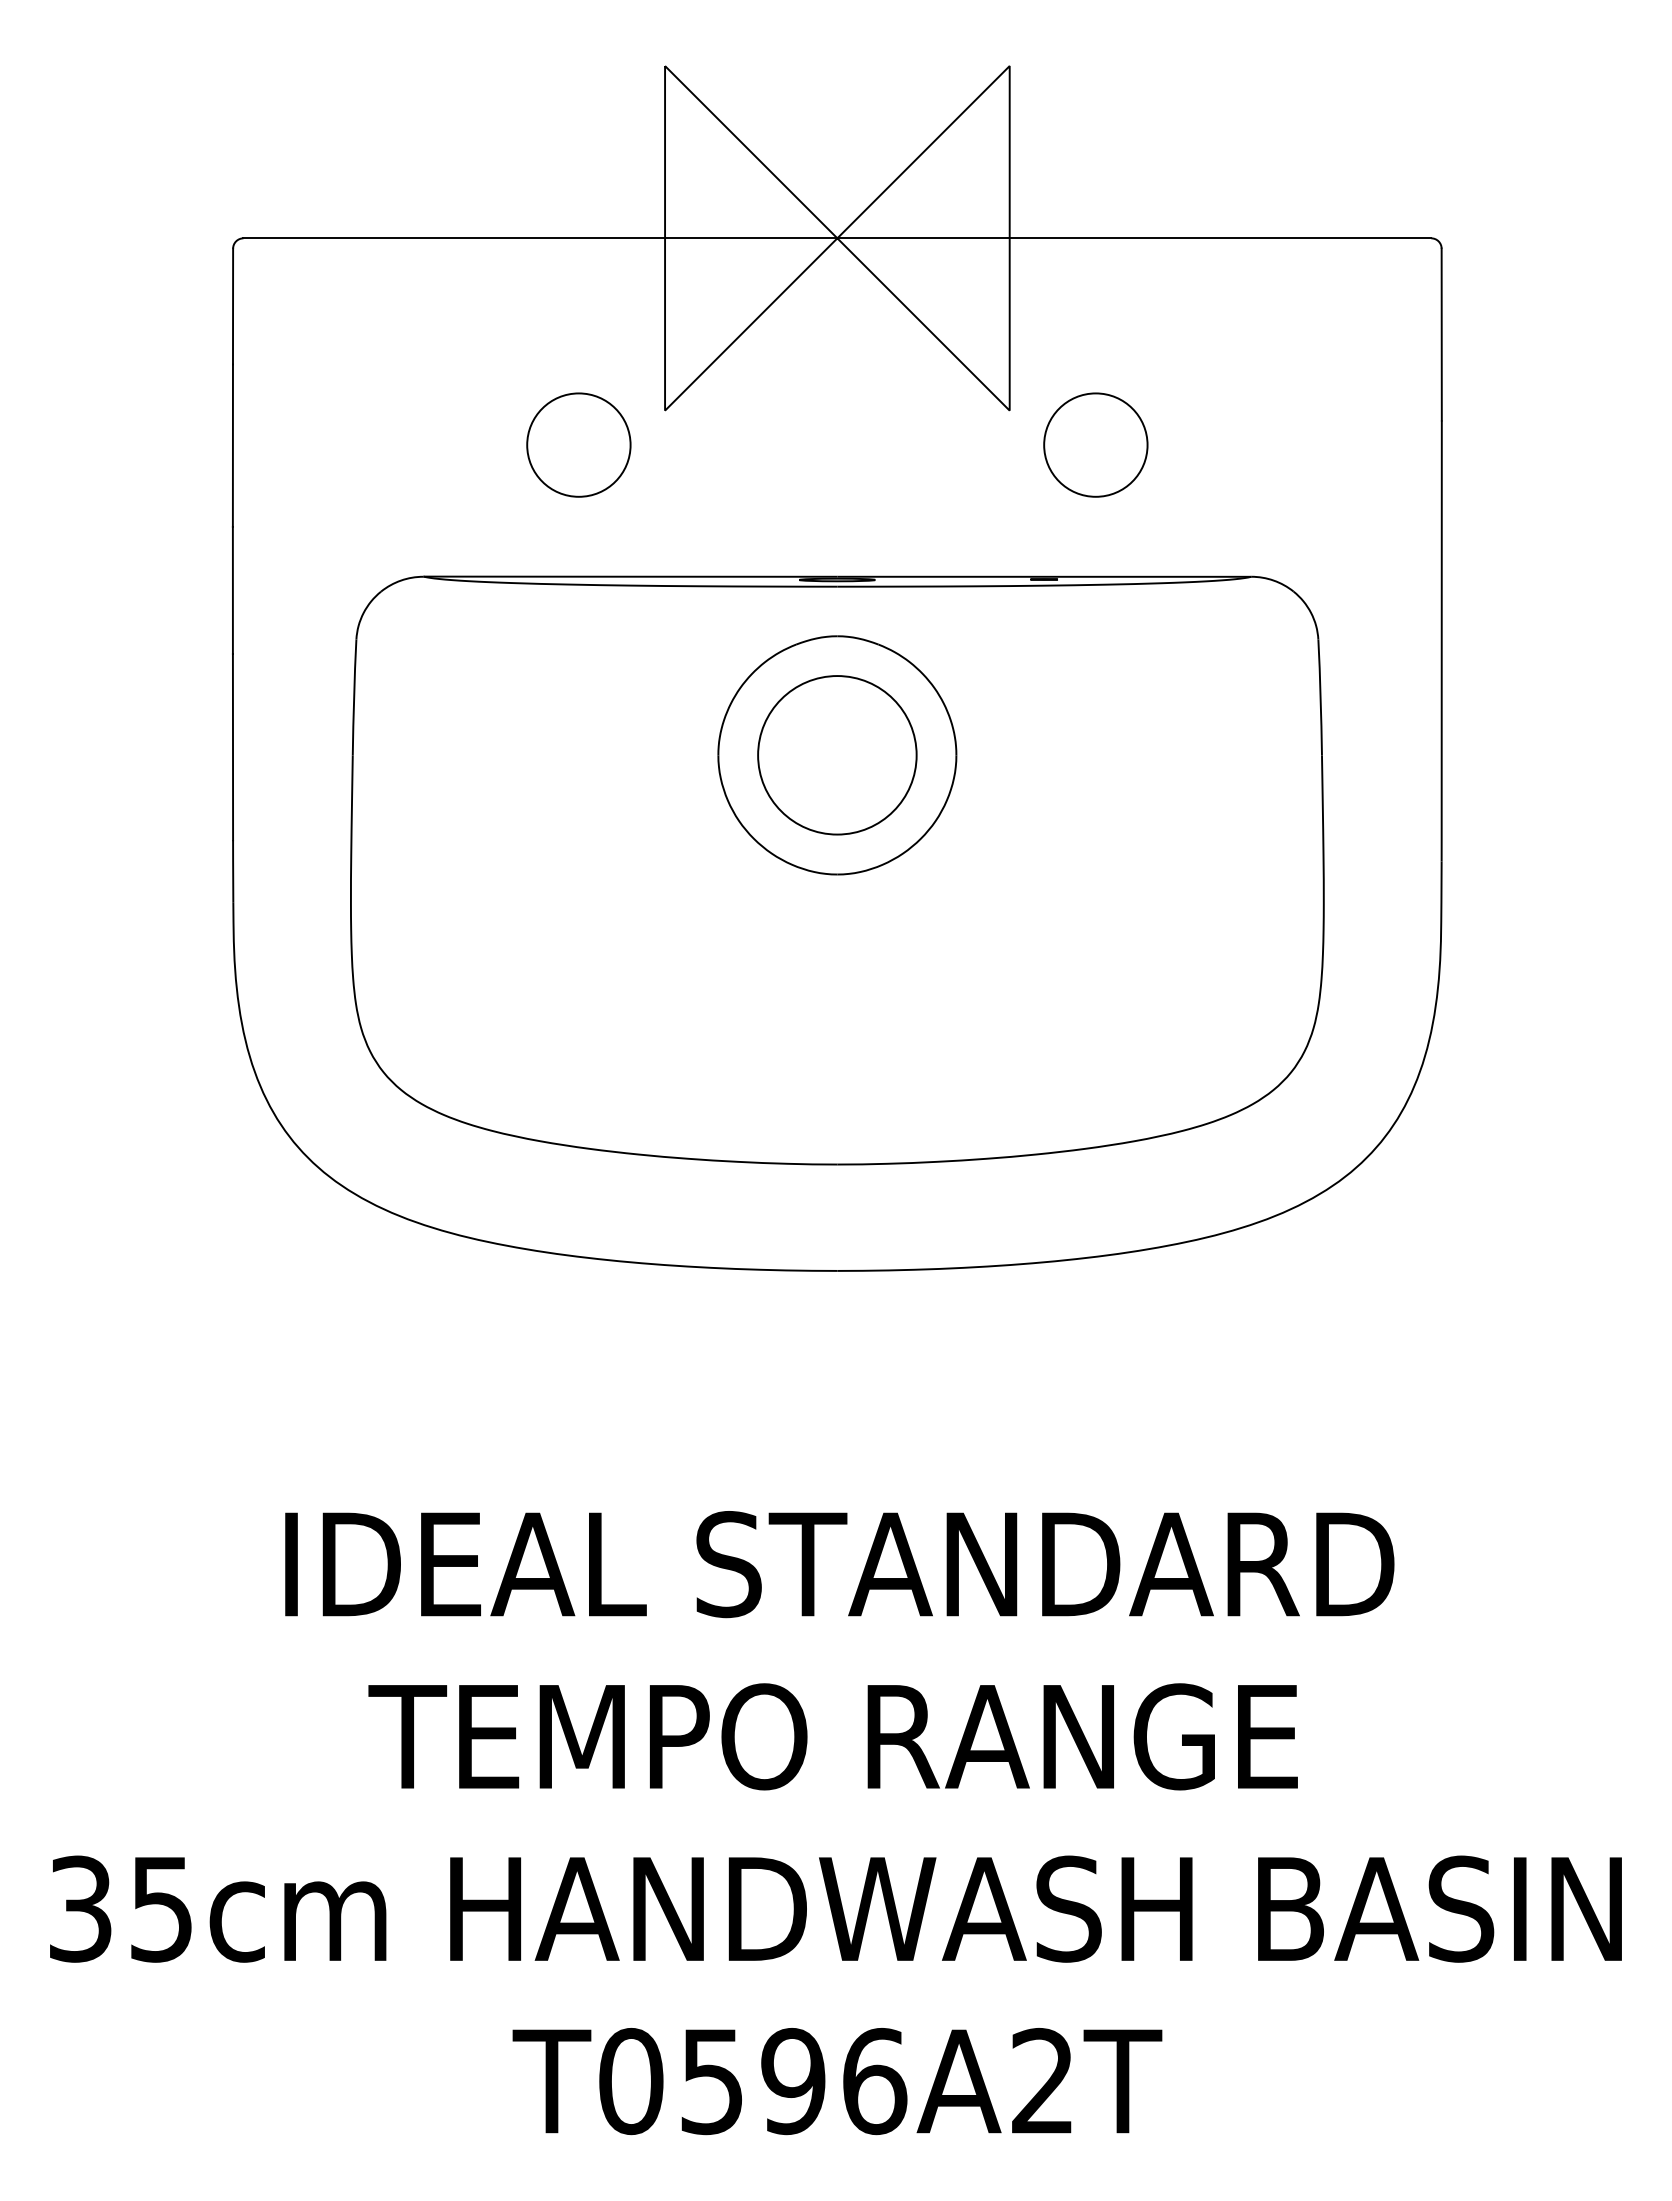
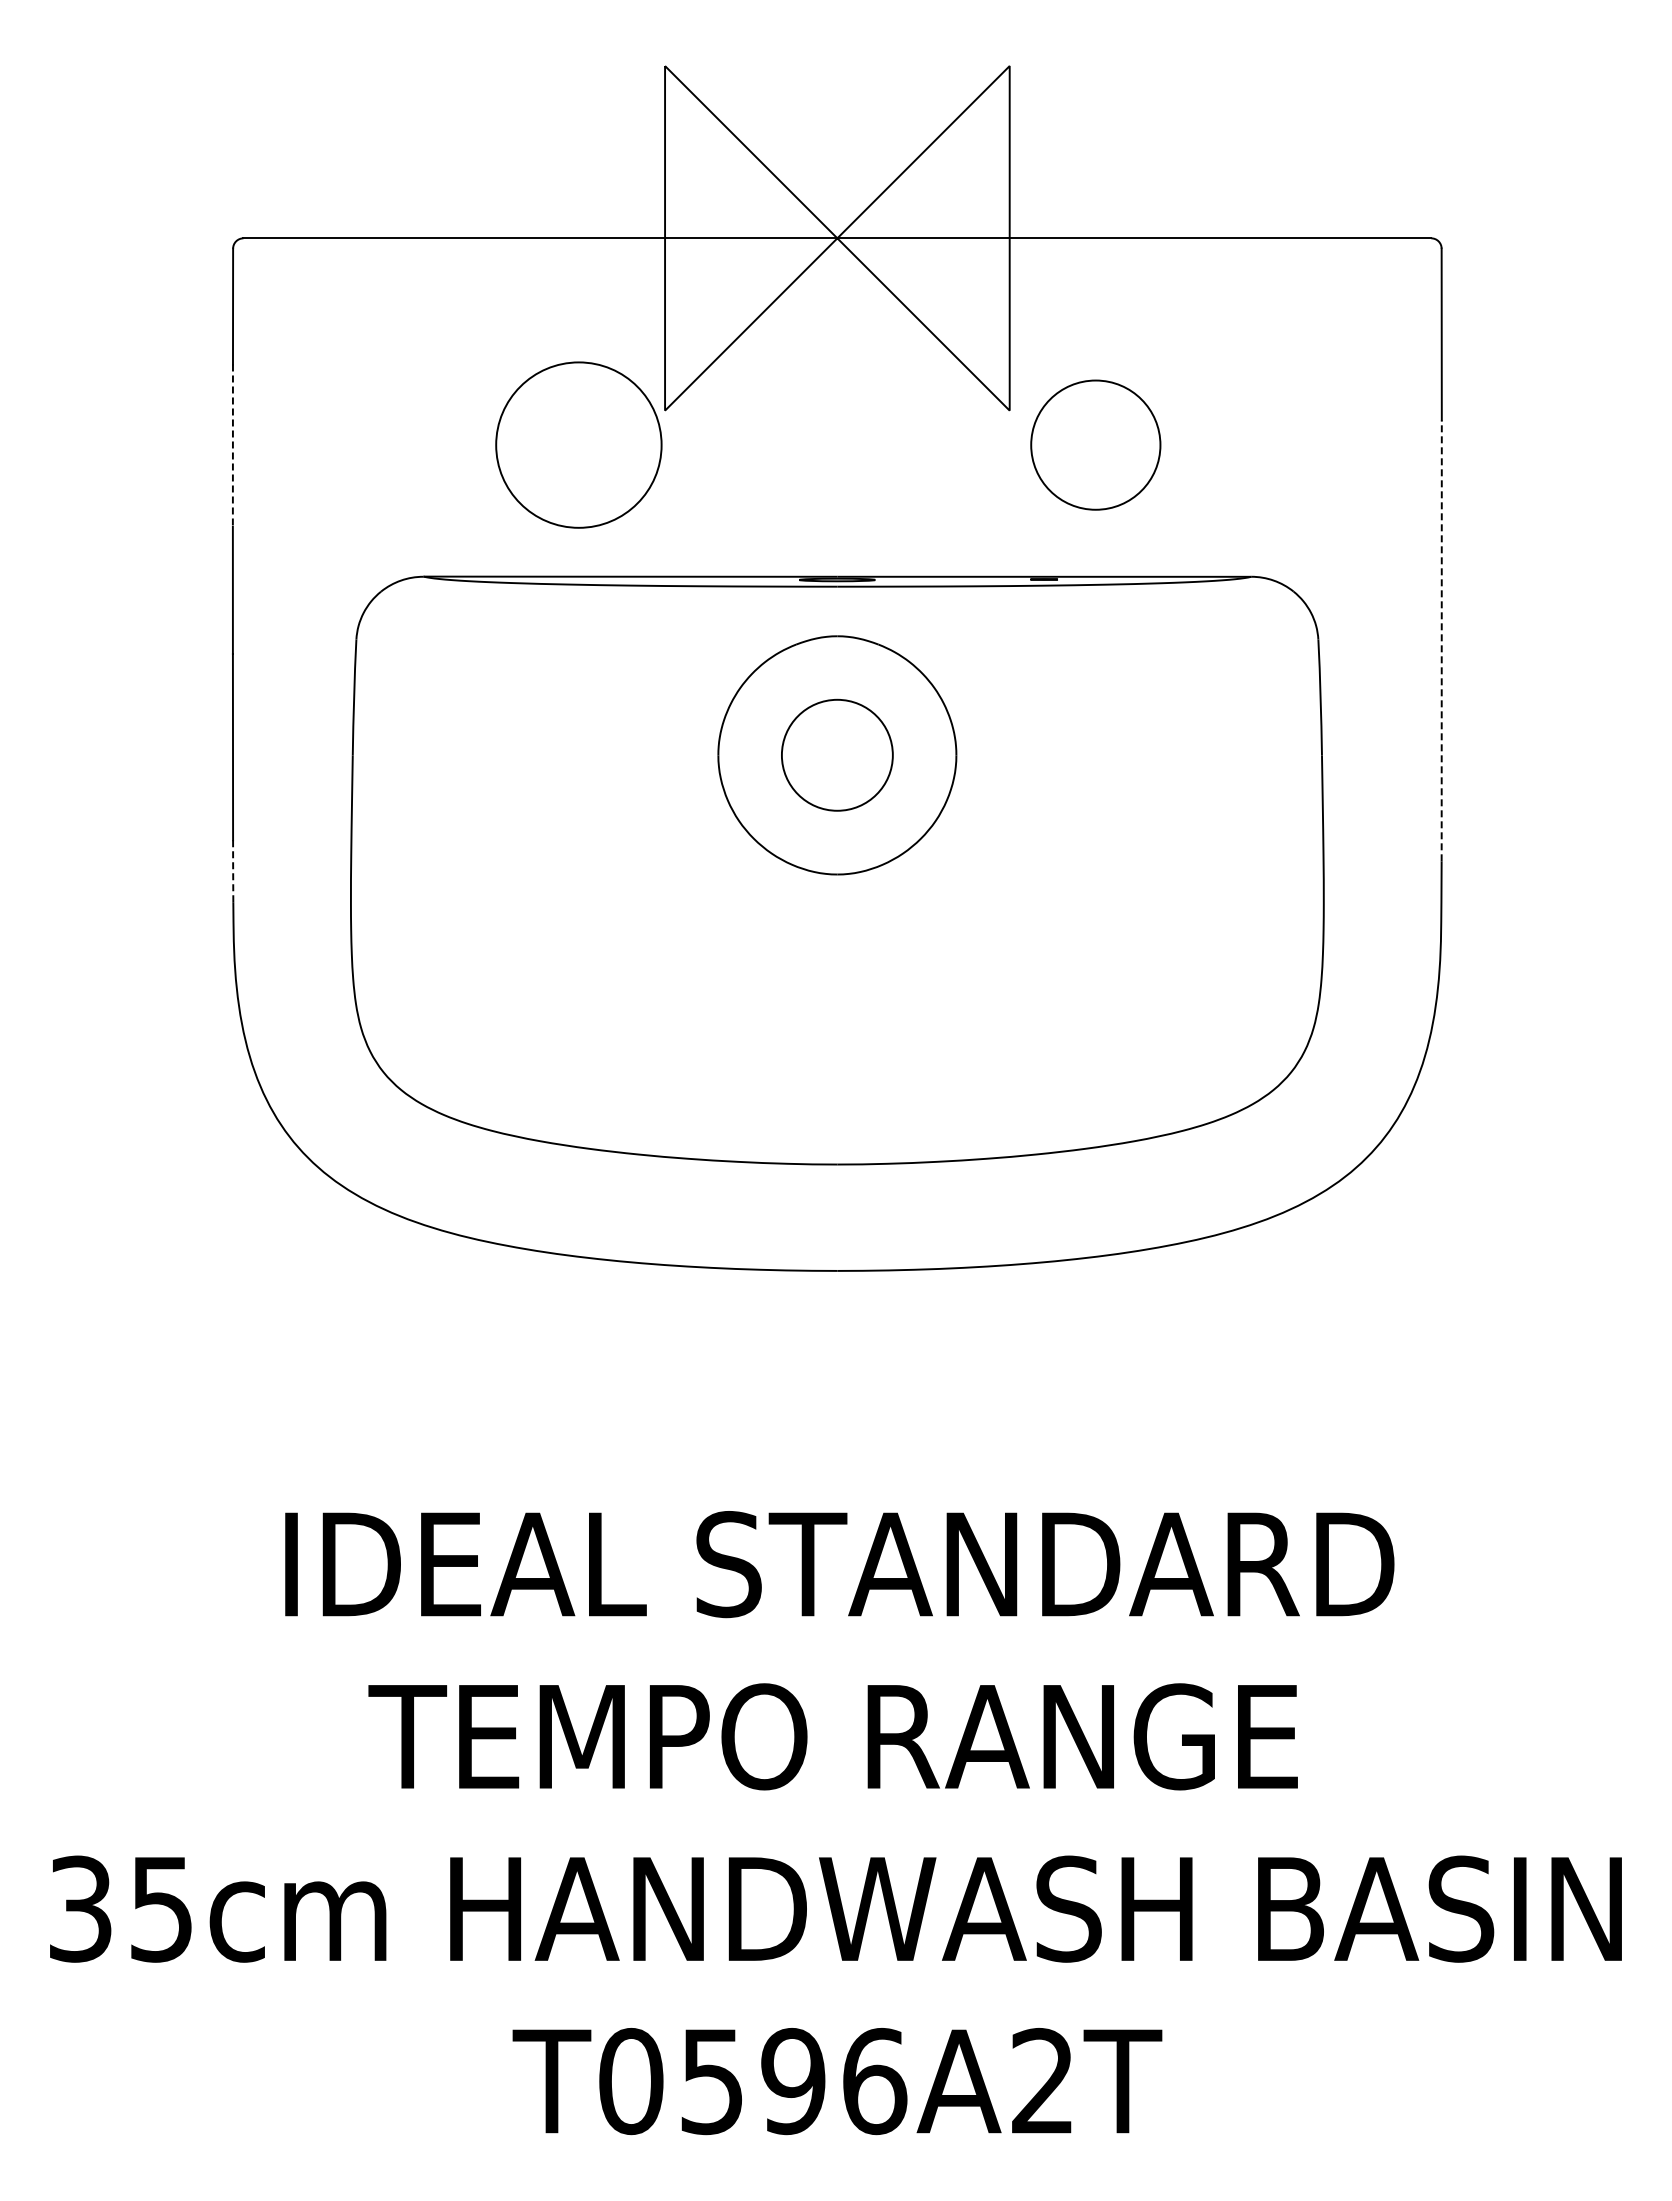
circle at (578, 444) diameter: 103 px -> 165 px
circle at (1095, 444) size: 106x106 px -> 132x132 px
line at (232, 446): solid -> dashed
line at (1441, 641): solid -> dashed
circle at (837, 755) diameter: 159 px -> 111 px
line at (233, 870): solid -> dashed
